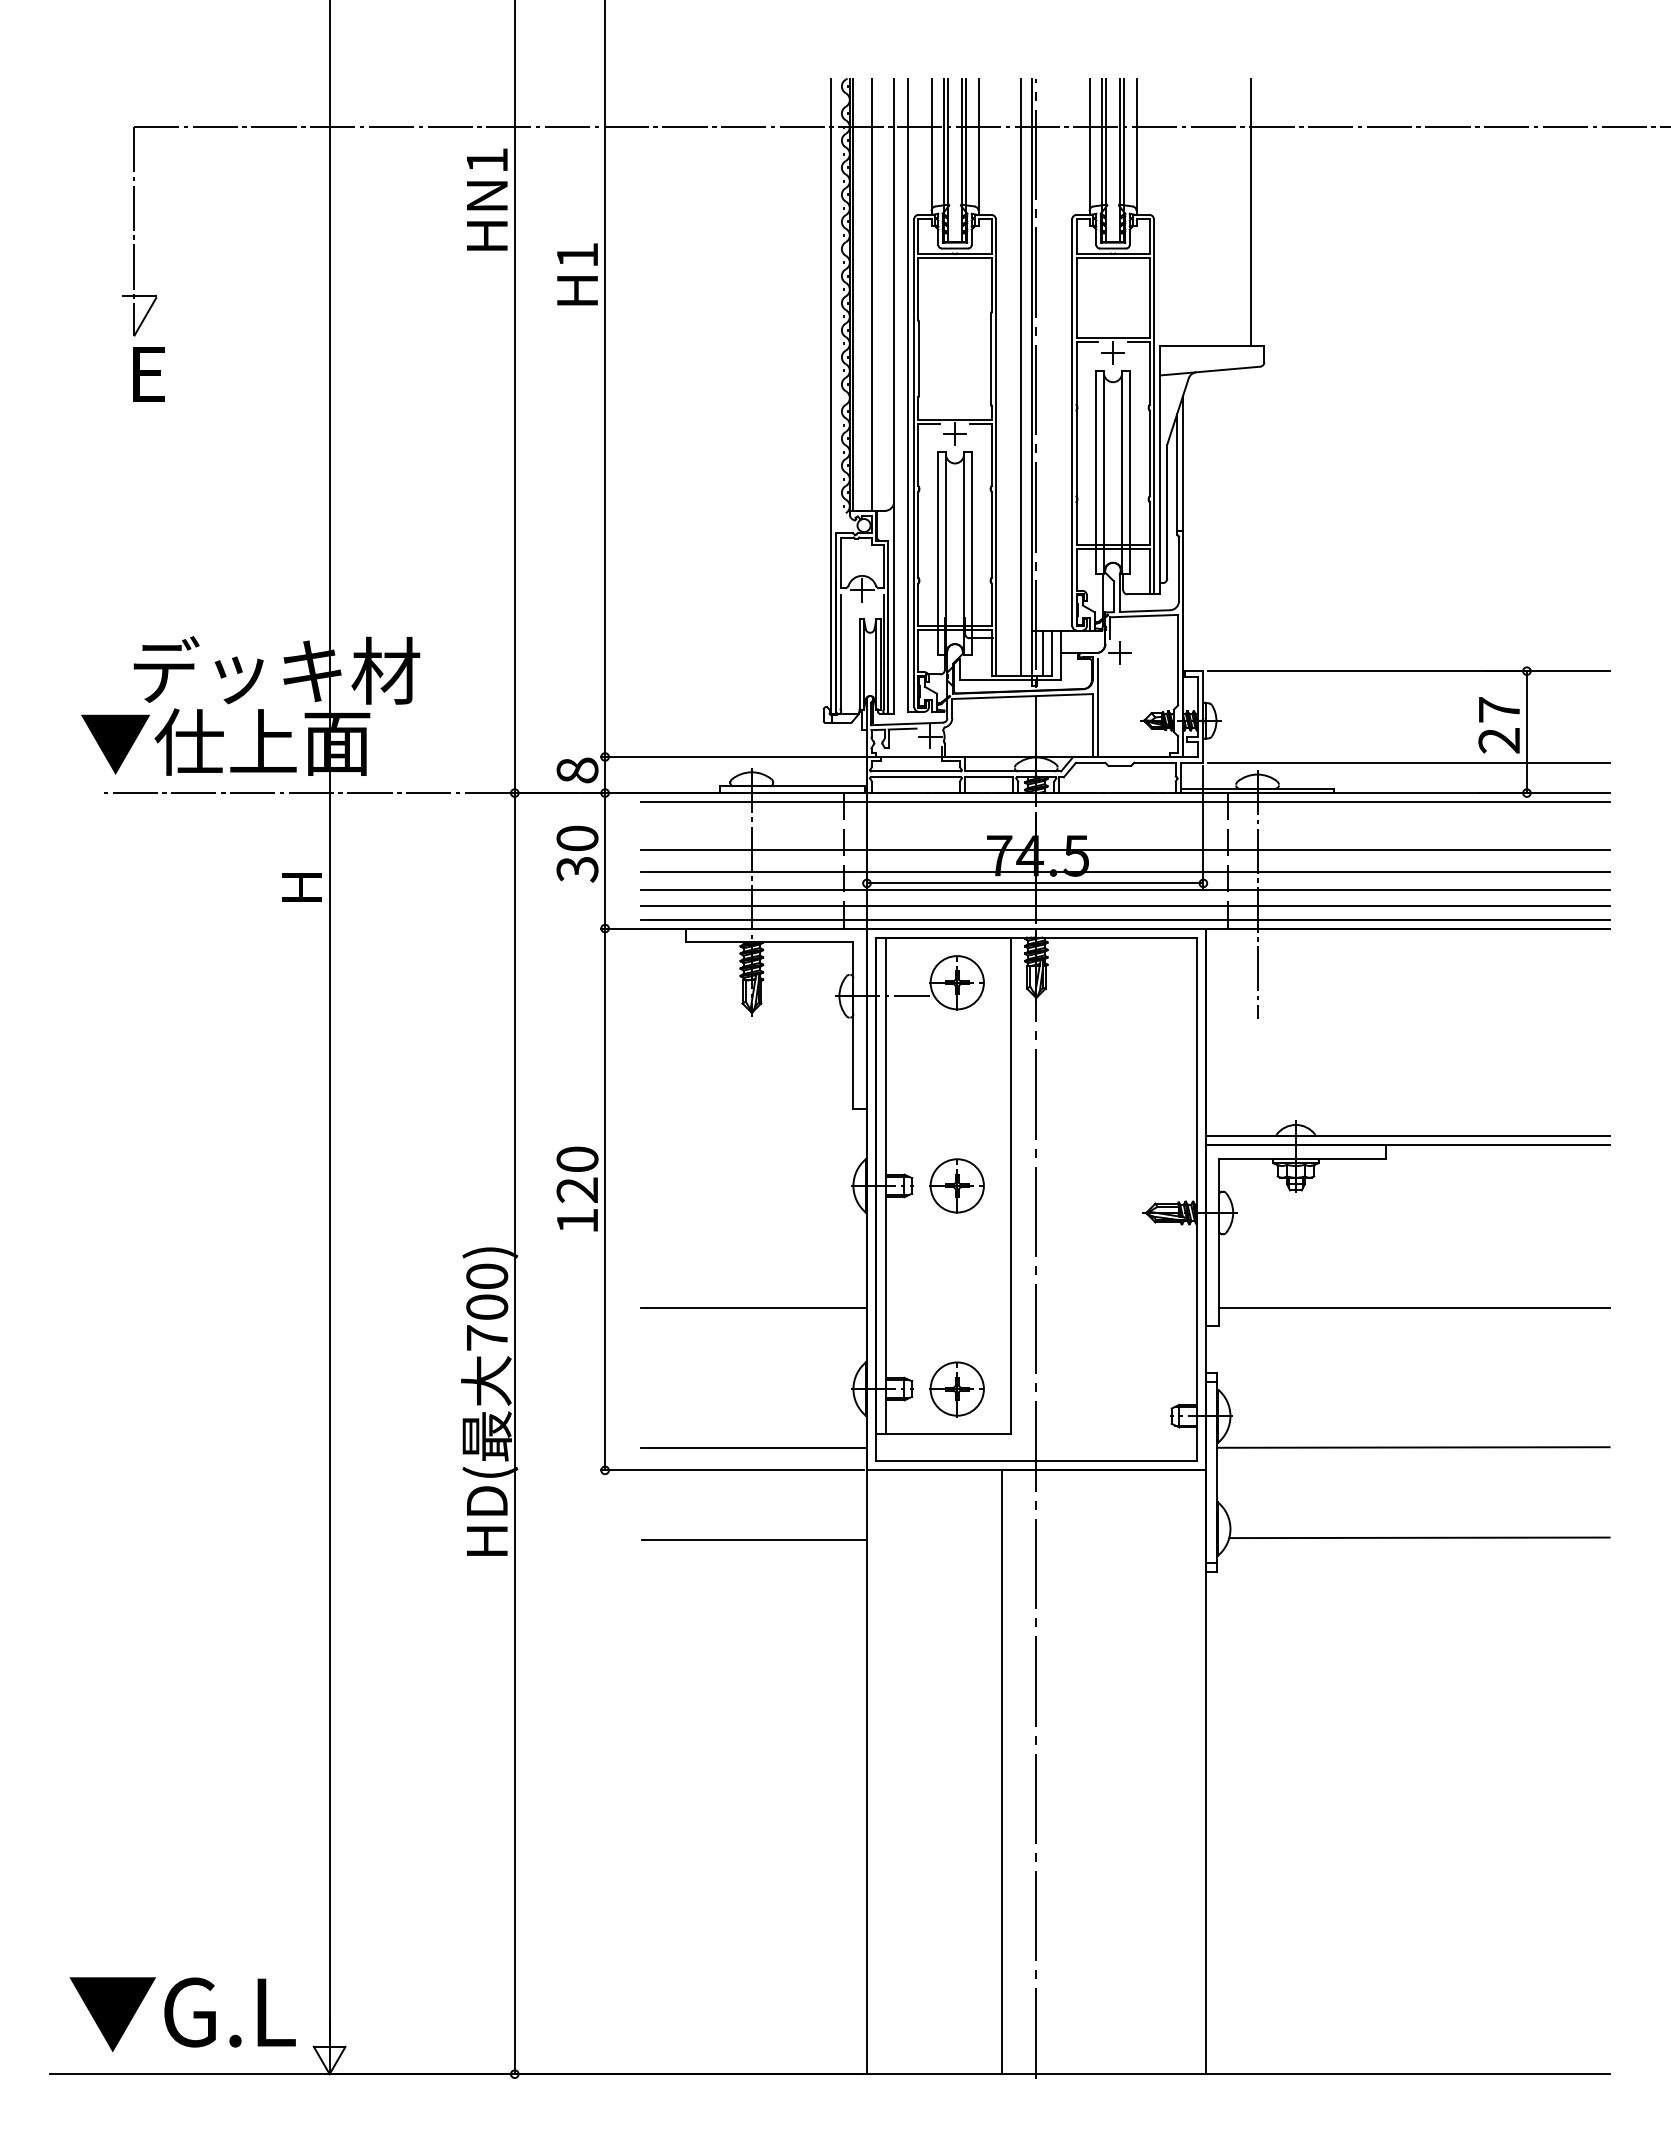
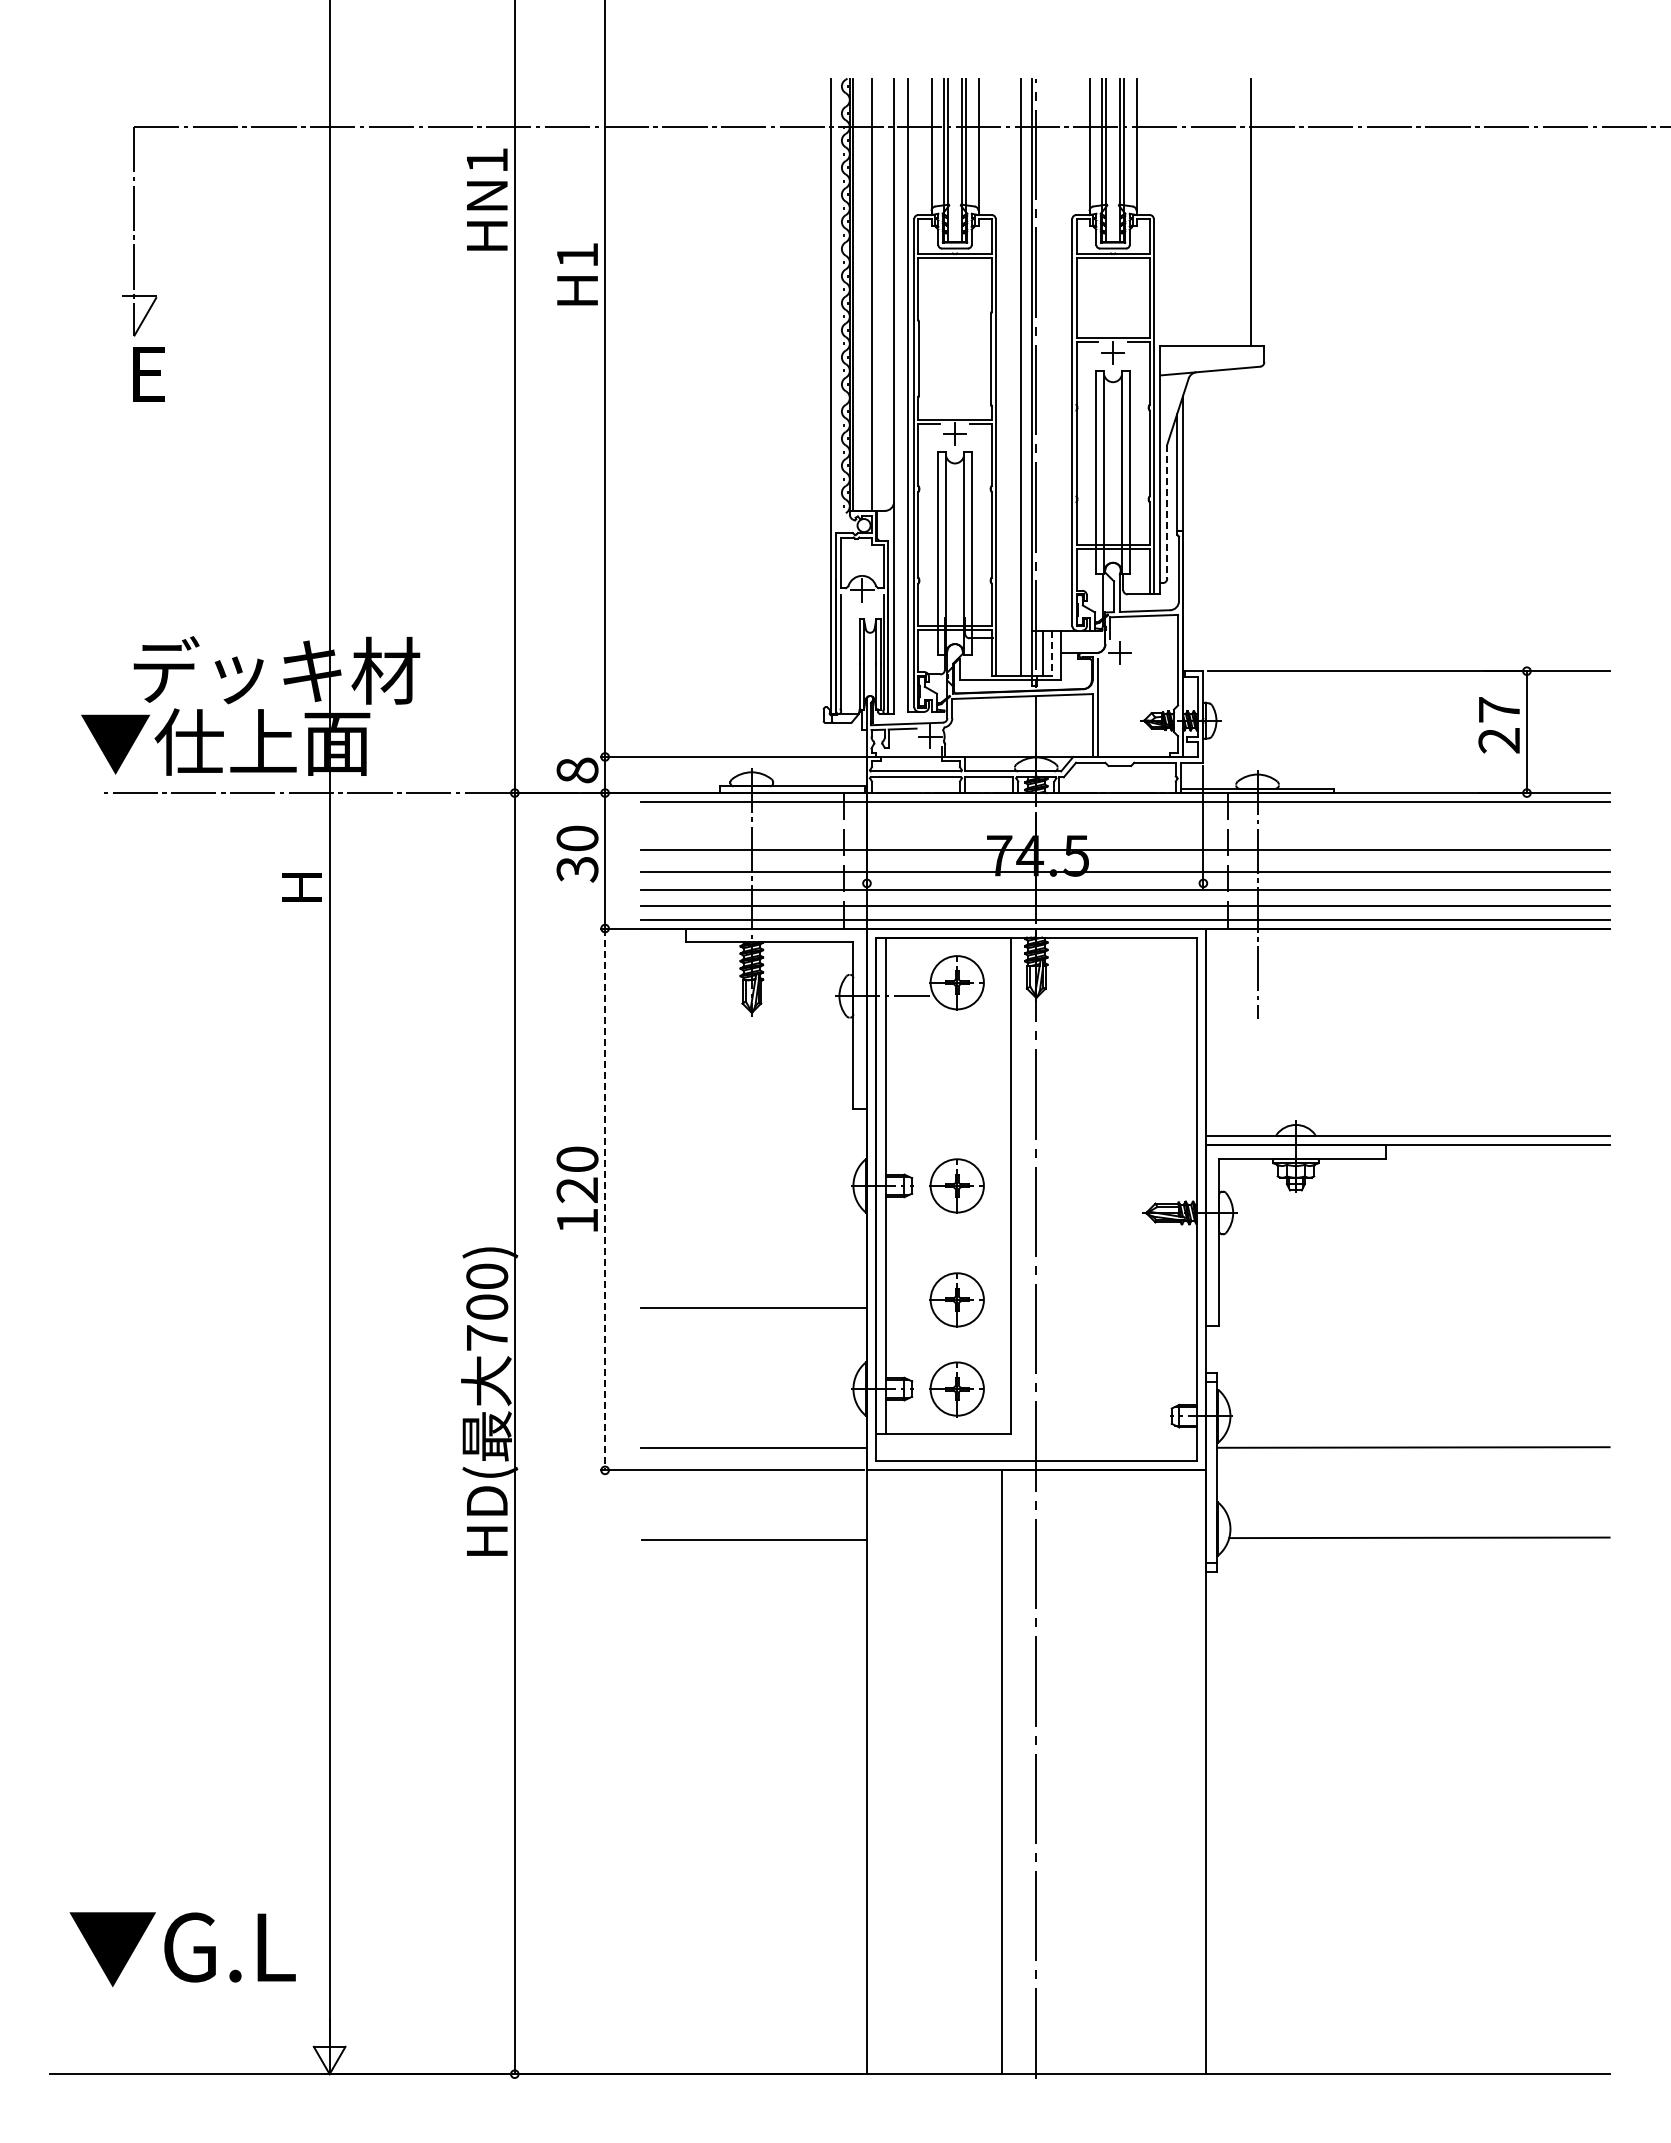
line at (1167, 511): solid -> dashed
line at (1052, 653): solid -> dashed
line at (1408, 762): present -> none
line at (1034, 883): present -> none
line at (605, 1199): solid -> dashed
part at (956, 1299): none -> present
line at (1414, 1307): present -> none
text at (182, 2014) position: (182, 2014) -> (182, 1949)
